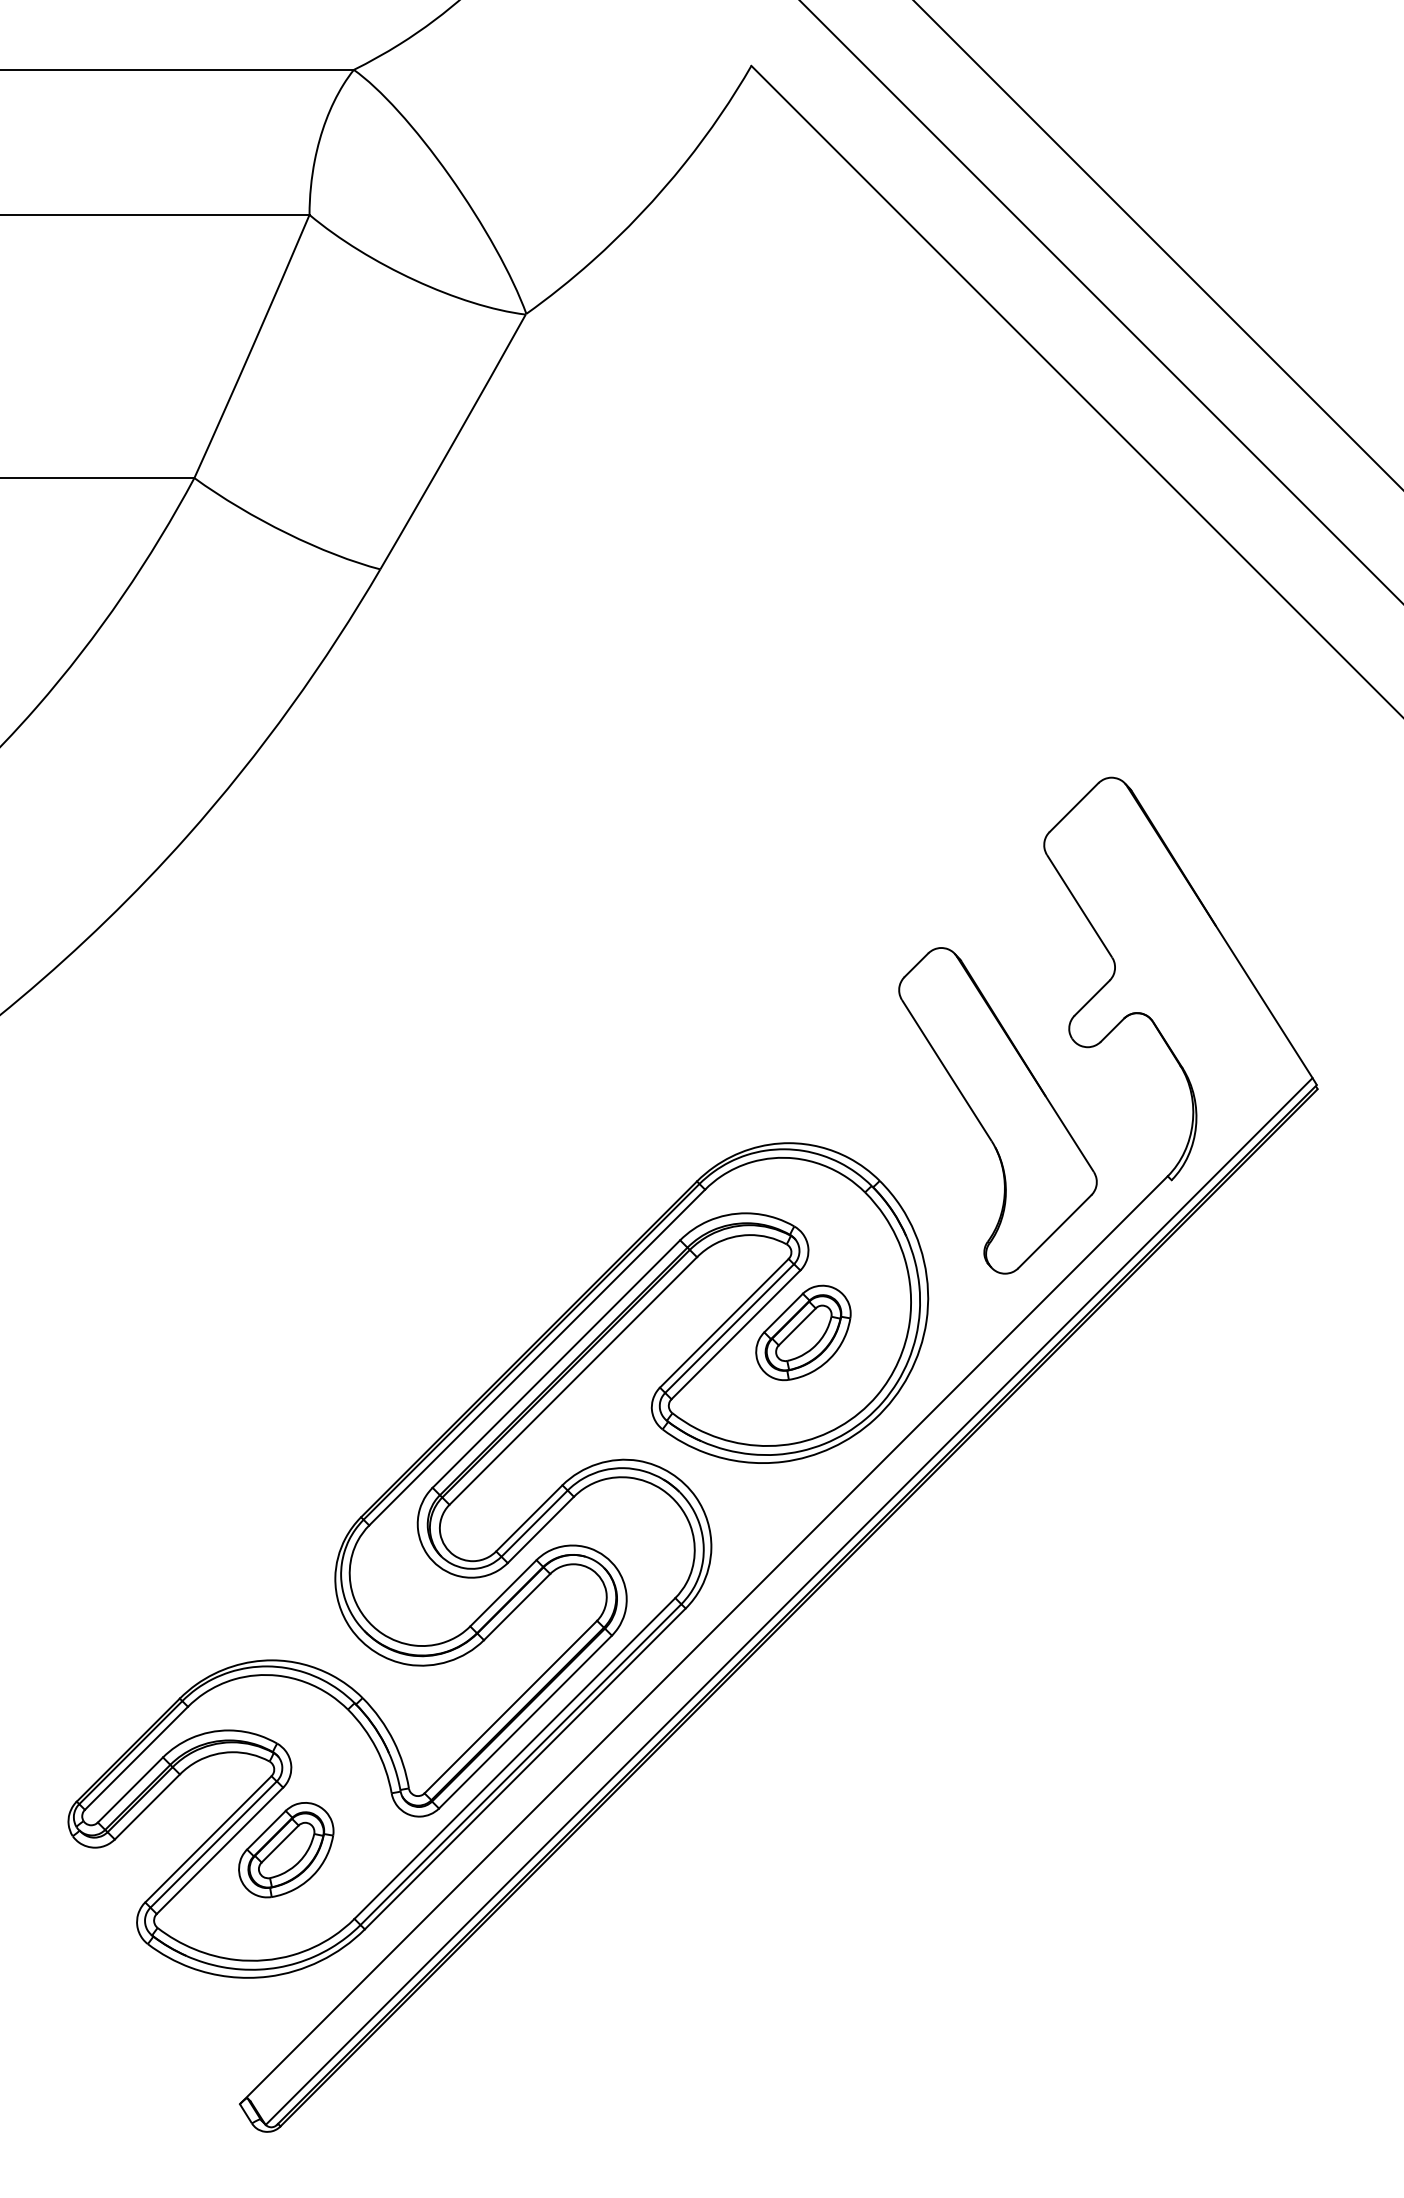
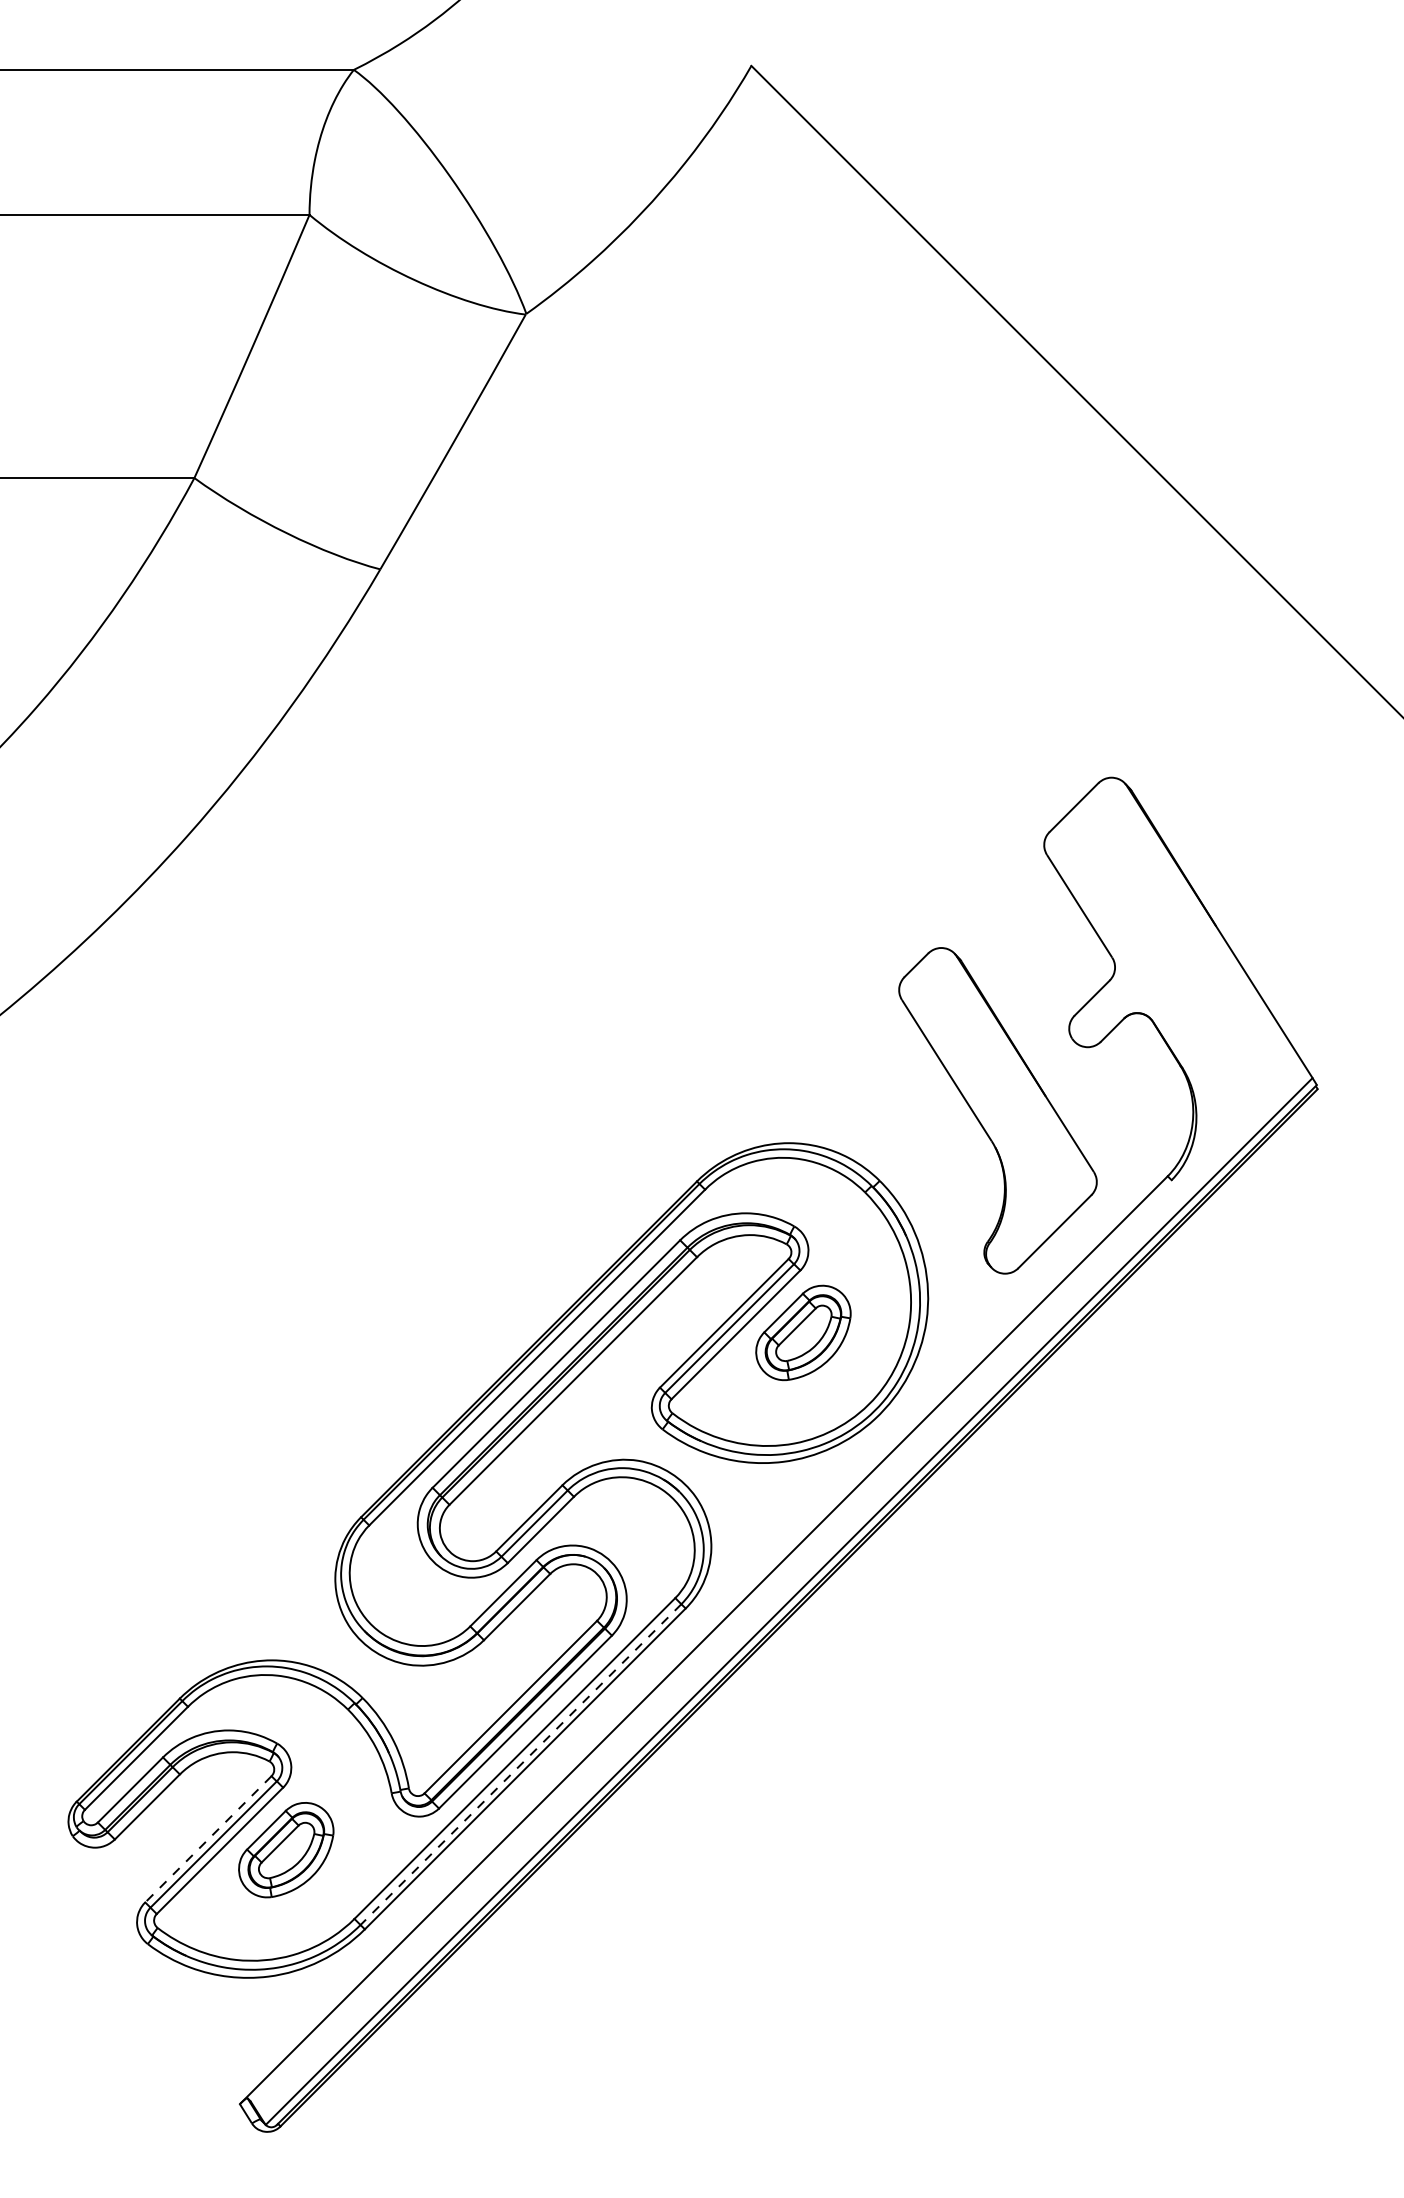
line at (1157, 244): present -> none
line at (1100, 301): present -> none
line at (520, 1764): solid -> dashed
line at (208, 1839): solid -> dashed
